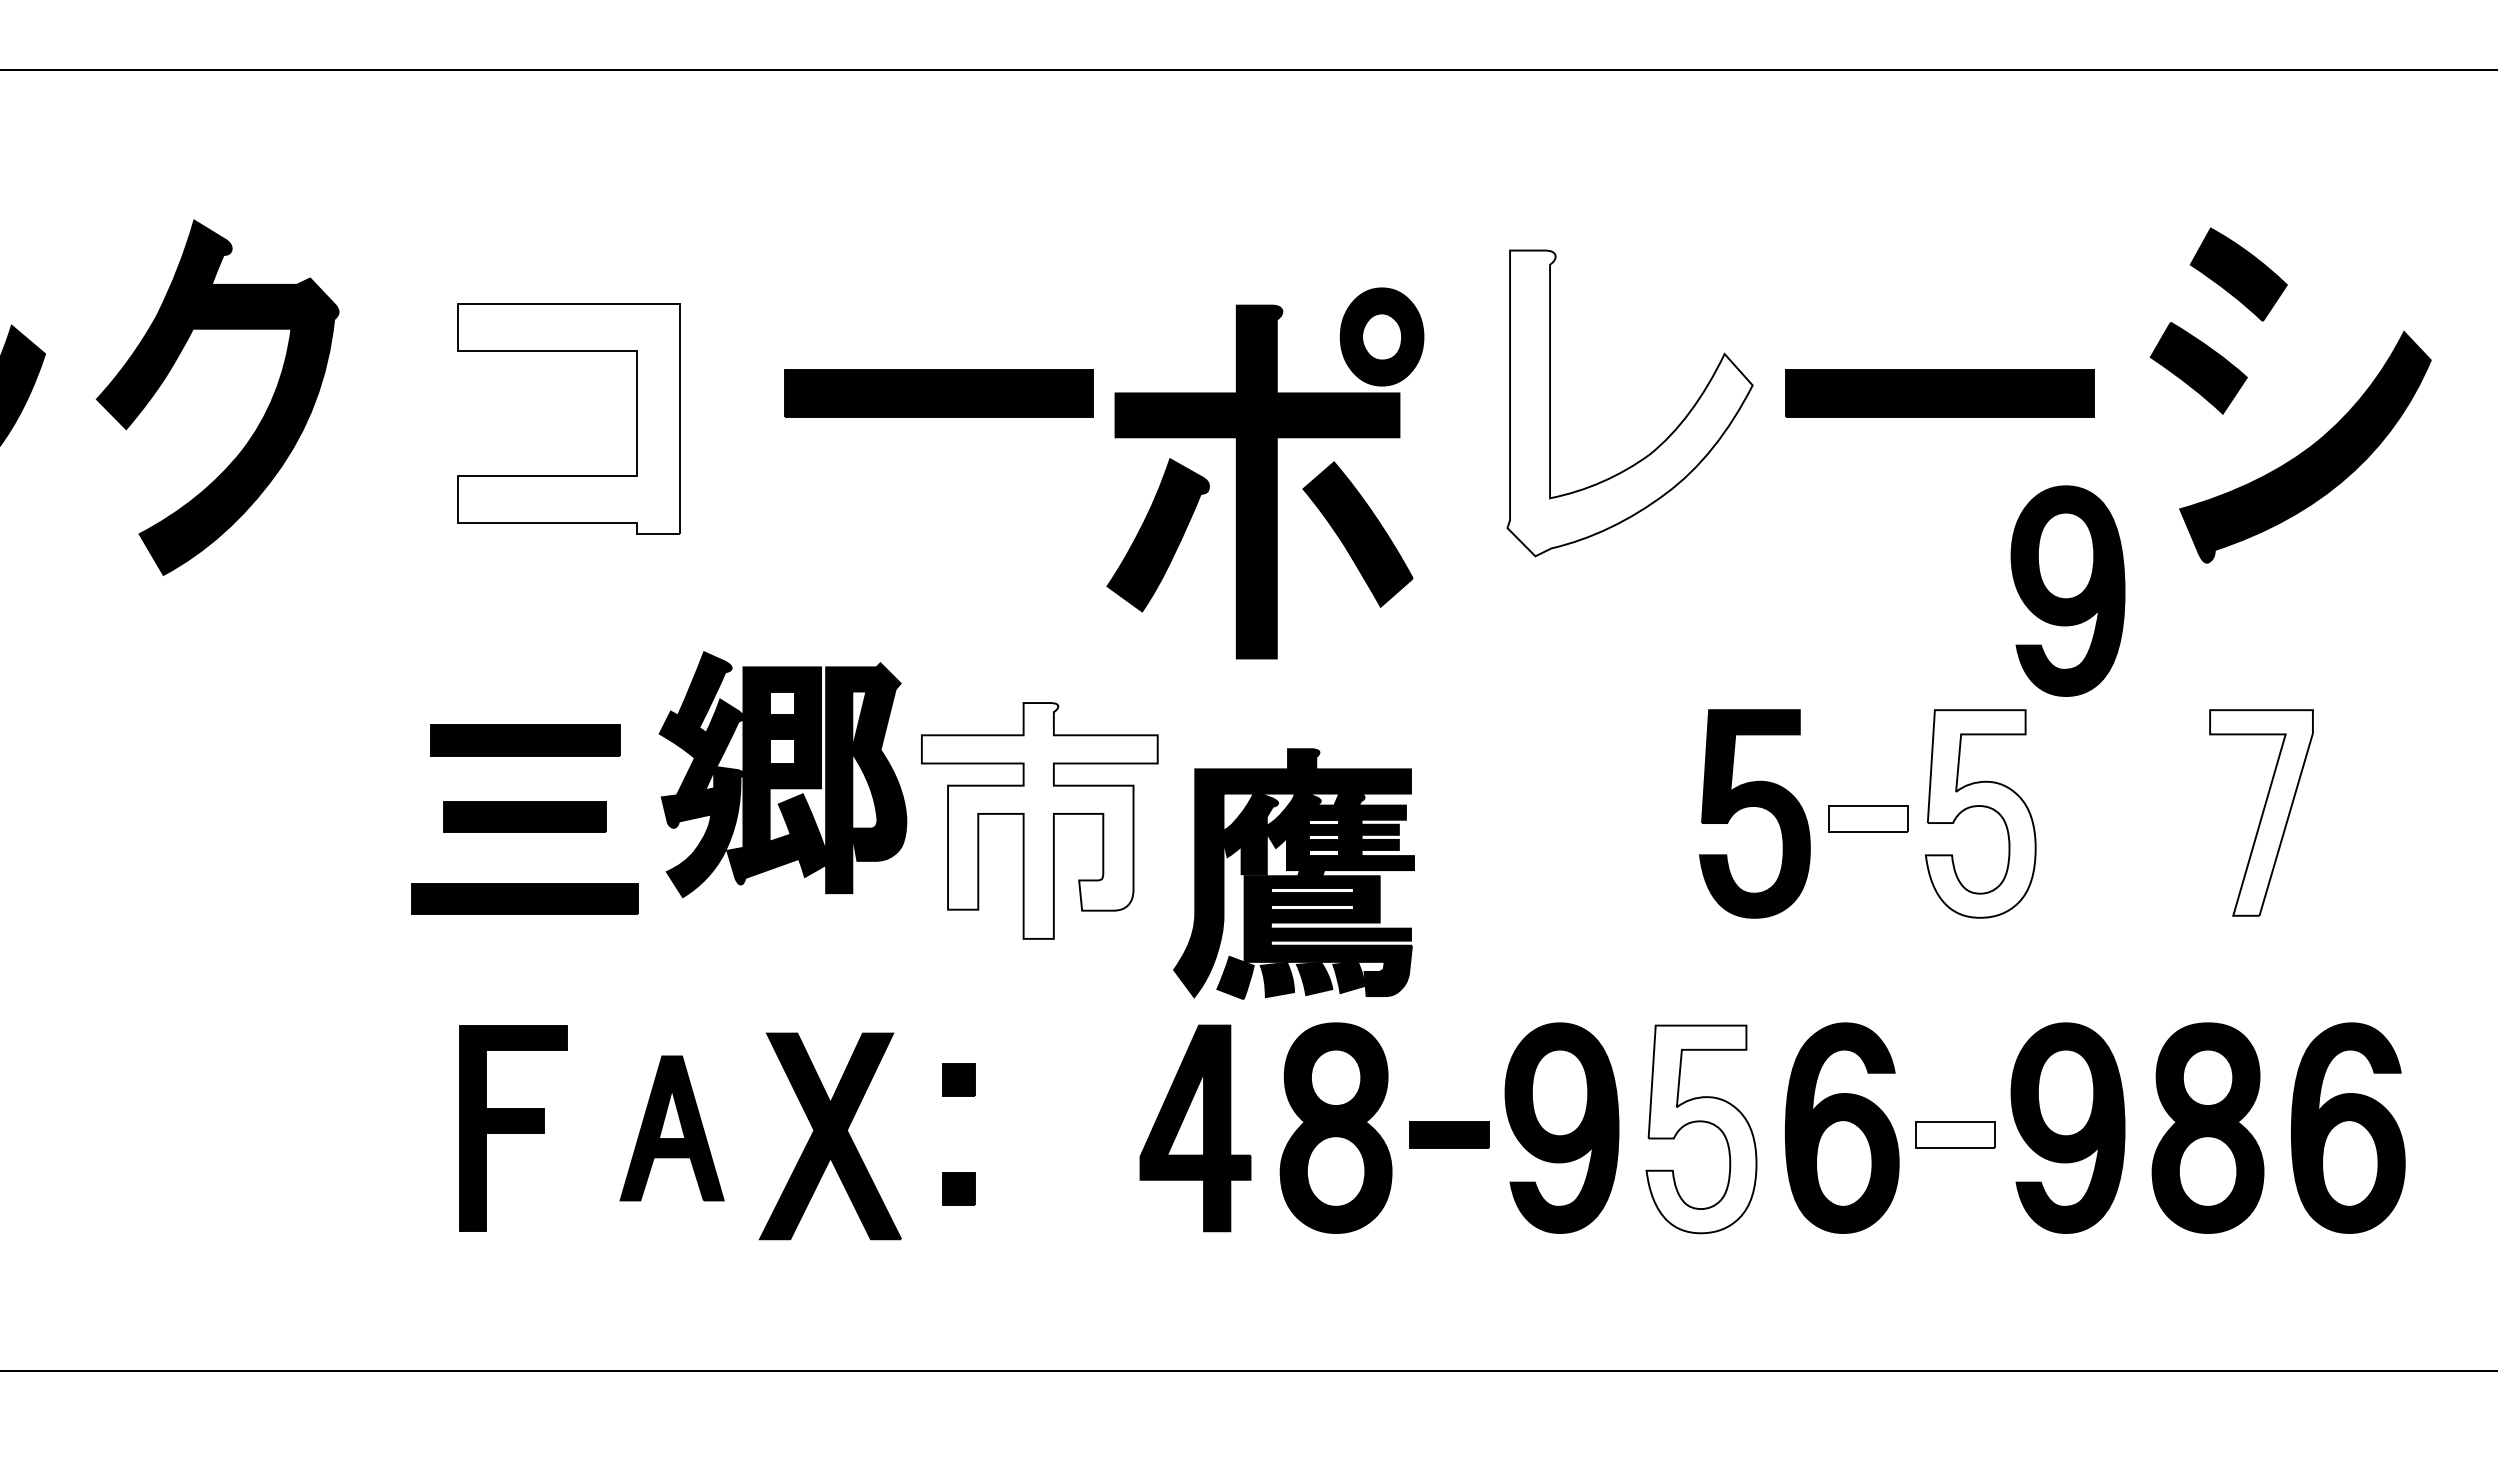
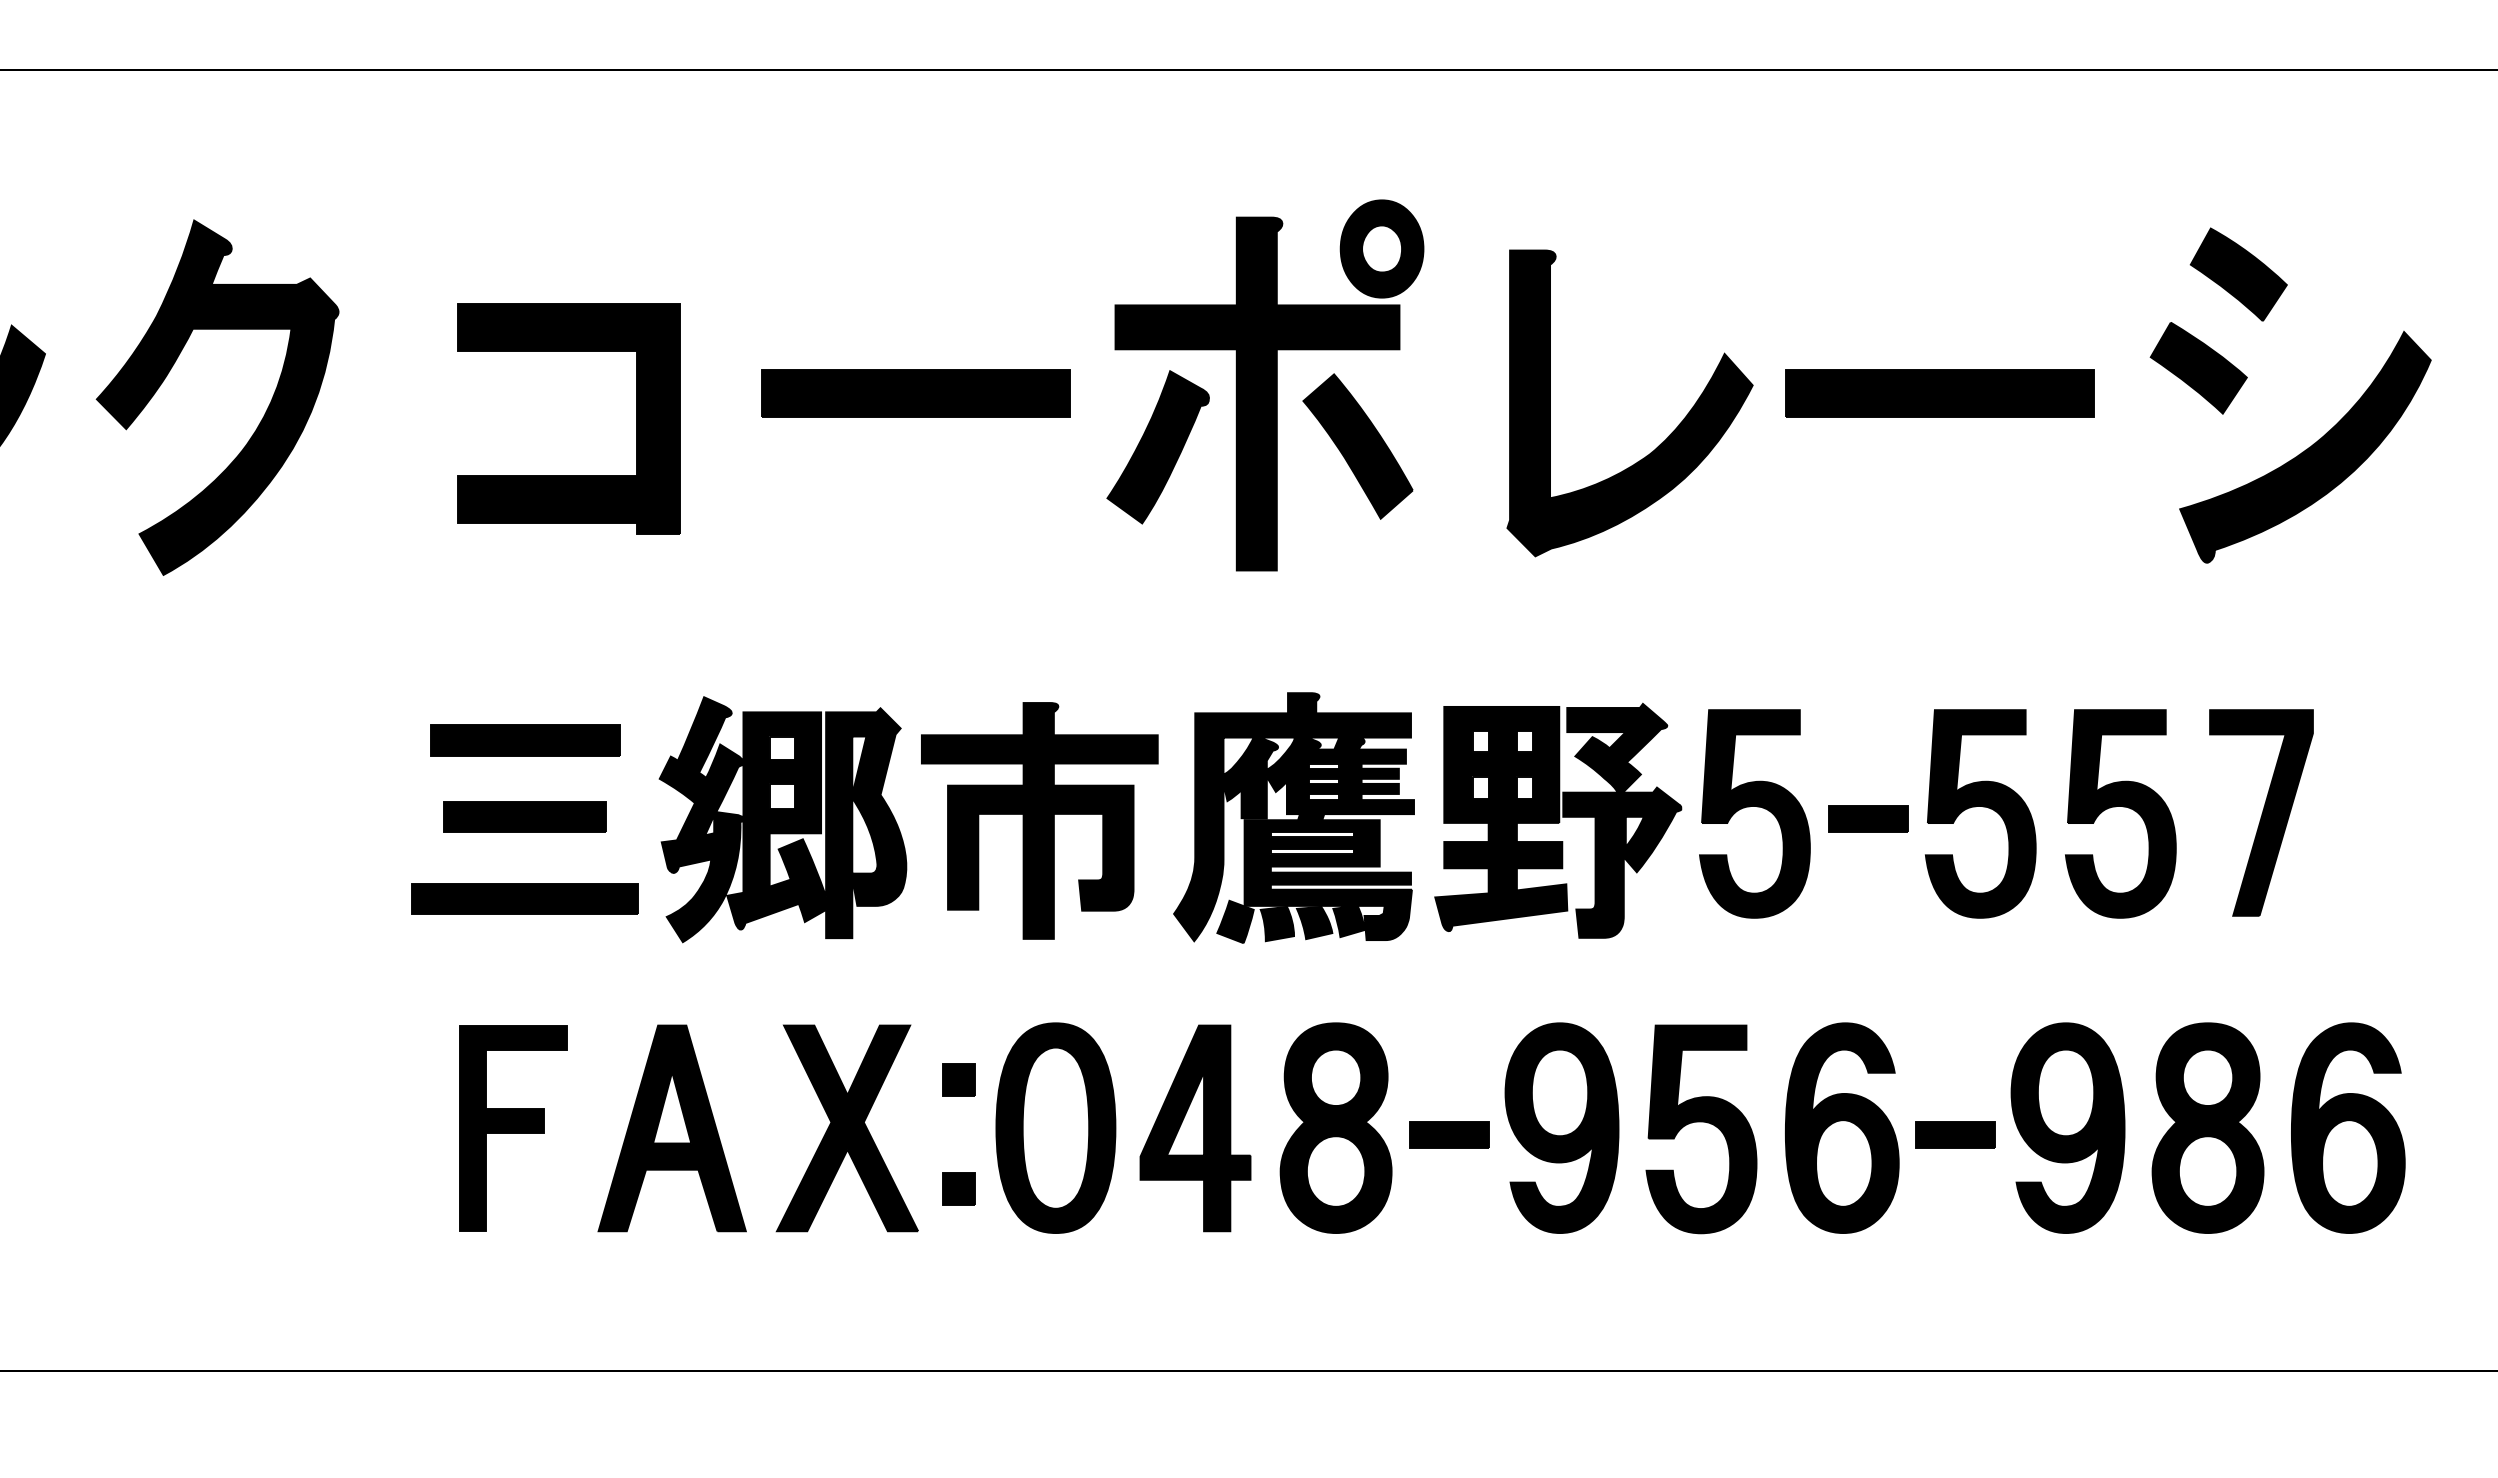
part at (938, 393) position: (938, 393) -> (915, 393)
fill at (1629, 403): none -> present
fill at (568, 418): none -> present
part at (1265, 473) position: (1265, 473) -> (1265, 385)
part at (2067, 590): present -> none
part at (782, 774) position: (782, 774) -> (782, 819)
part at (2123, 807): none -> present
fill at (2261, 812): none -> present
fill at (1980, 813): none -> present
fill at (1868, 819): none -> present
fill at (1039, 820): none -> present
part at (1558, 820): none -> present
part at (1293, 873) position: (1293, 873) -> (1293, 817)
part at (1055, 1127): none -> present
part at (671, 1128) size: 106x147 px -> 150x209 px
fill at (1701, 1129): none -> present
fill at (1955, 1134): none -> present
part at (829, 1136) position: (829, 1136) -> (846, 1128)
